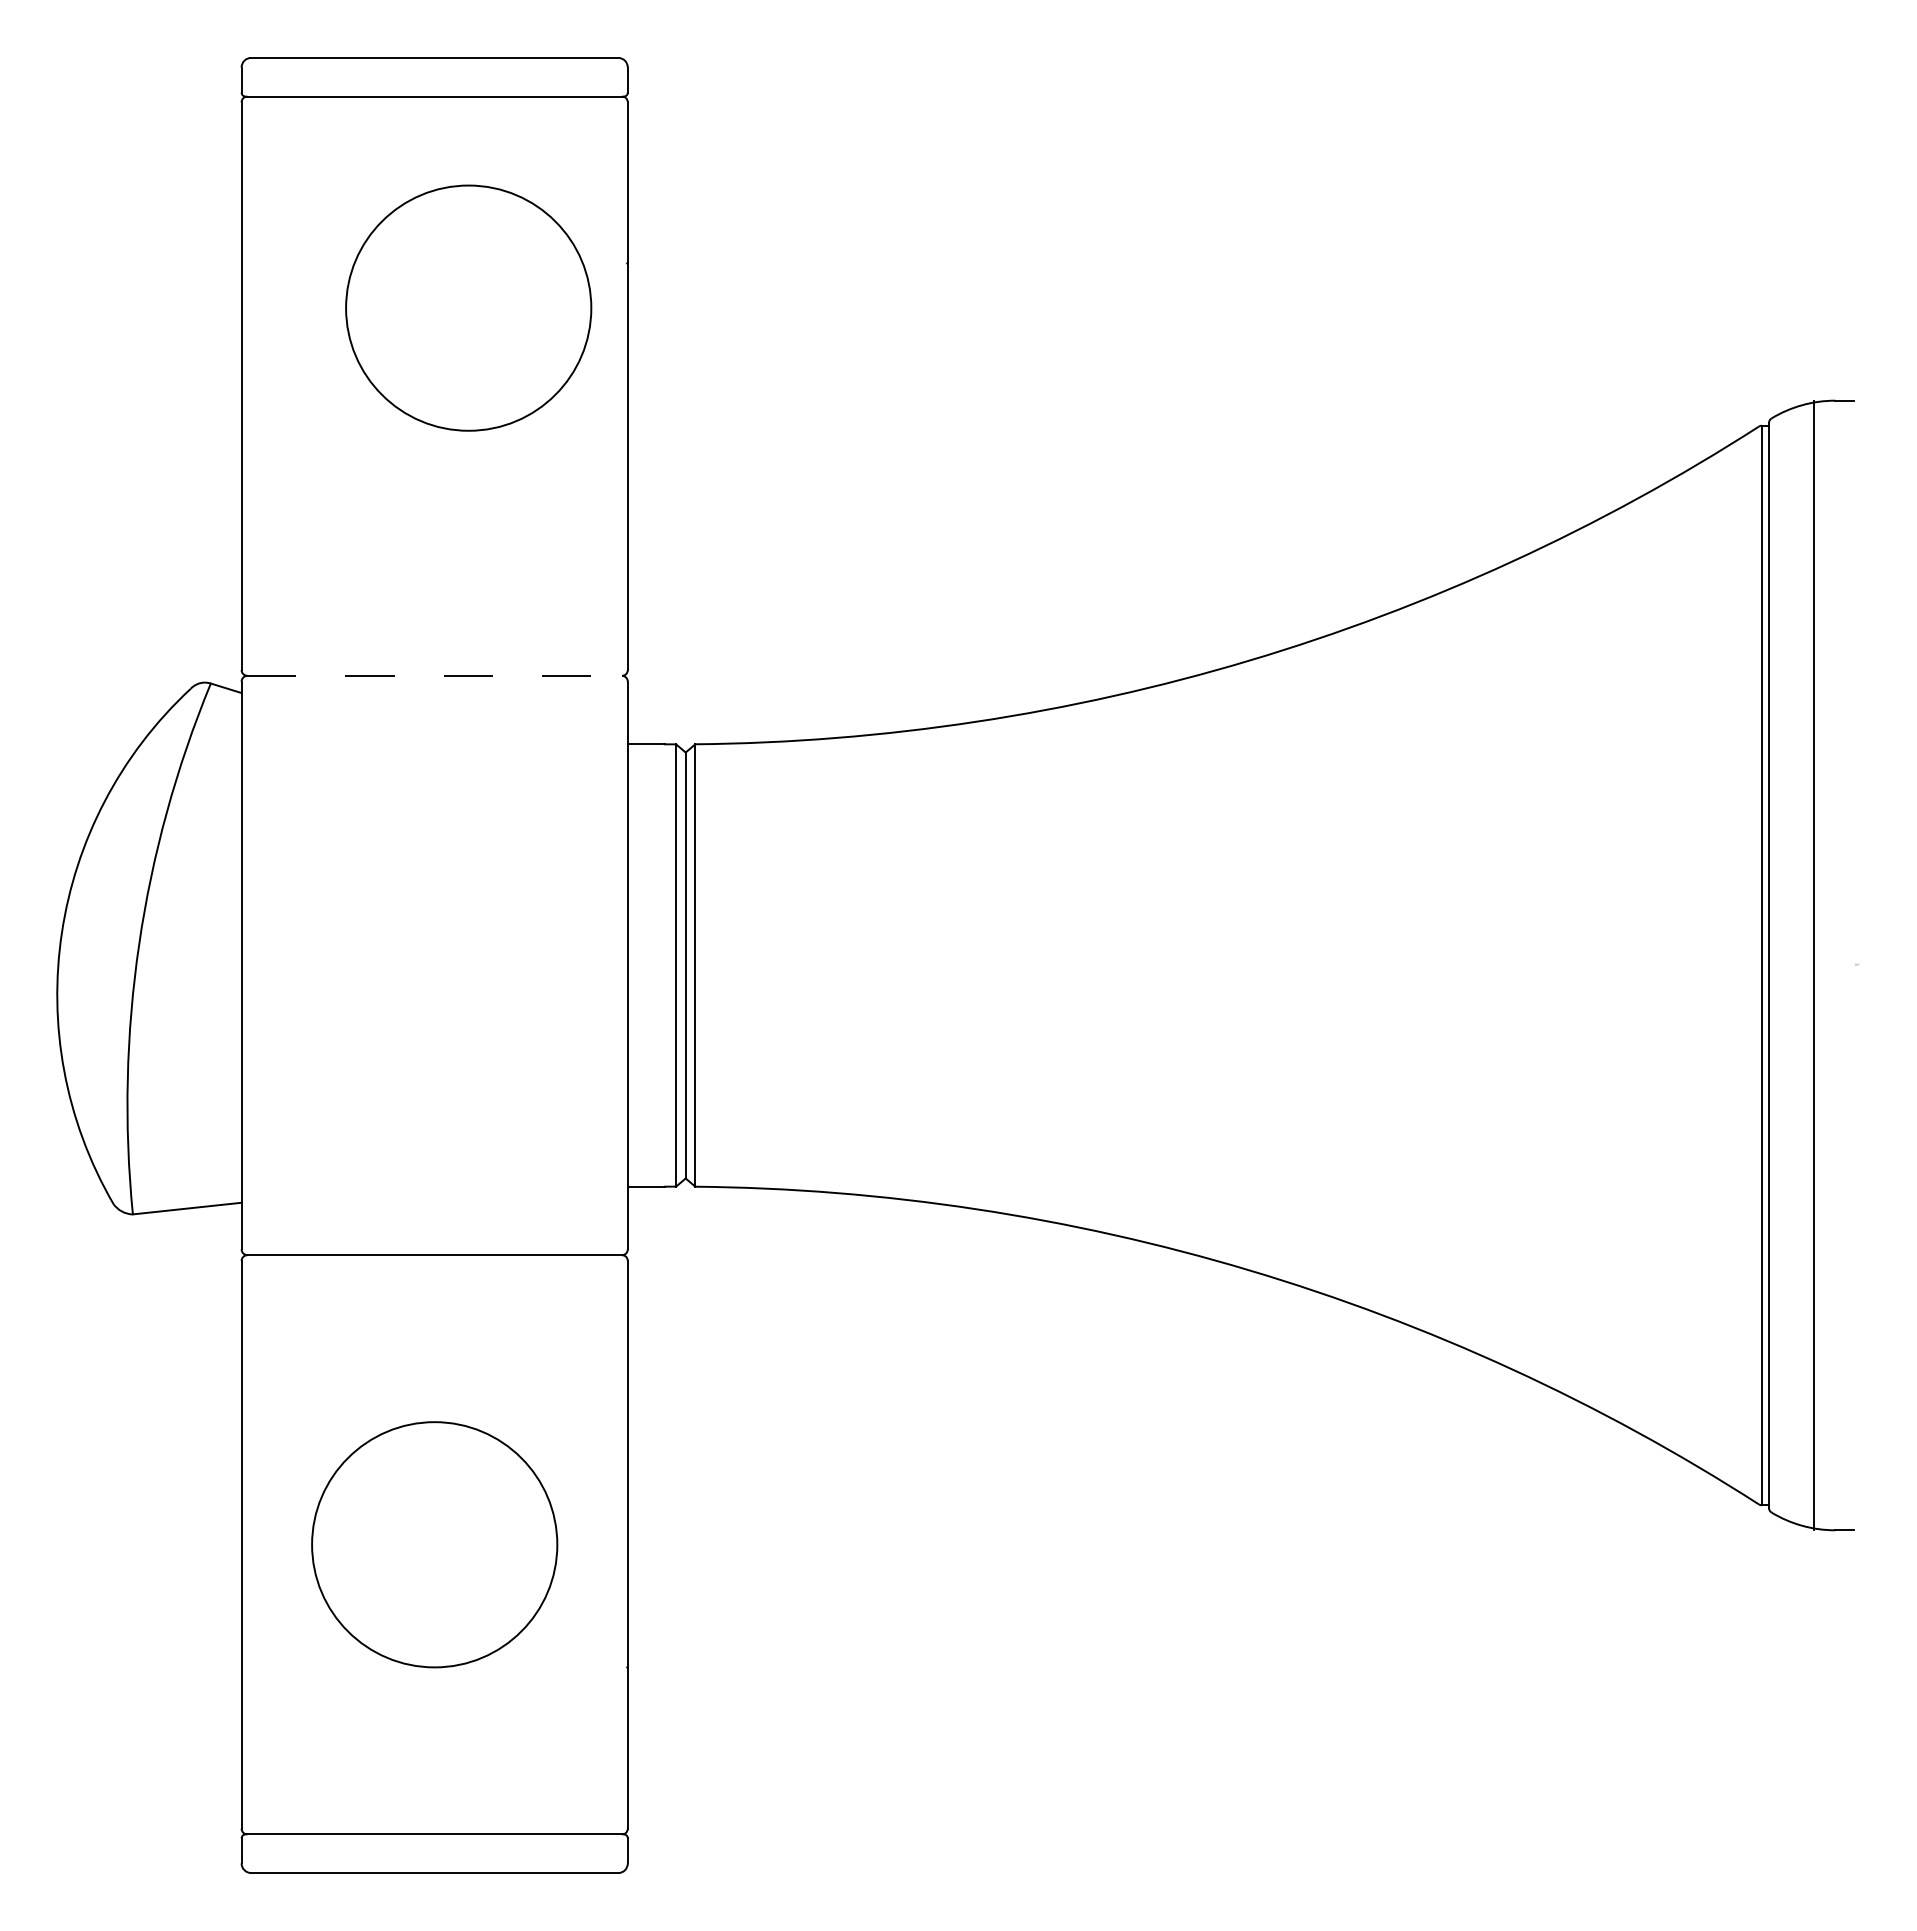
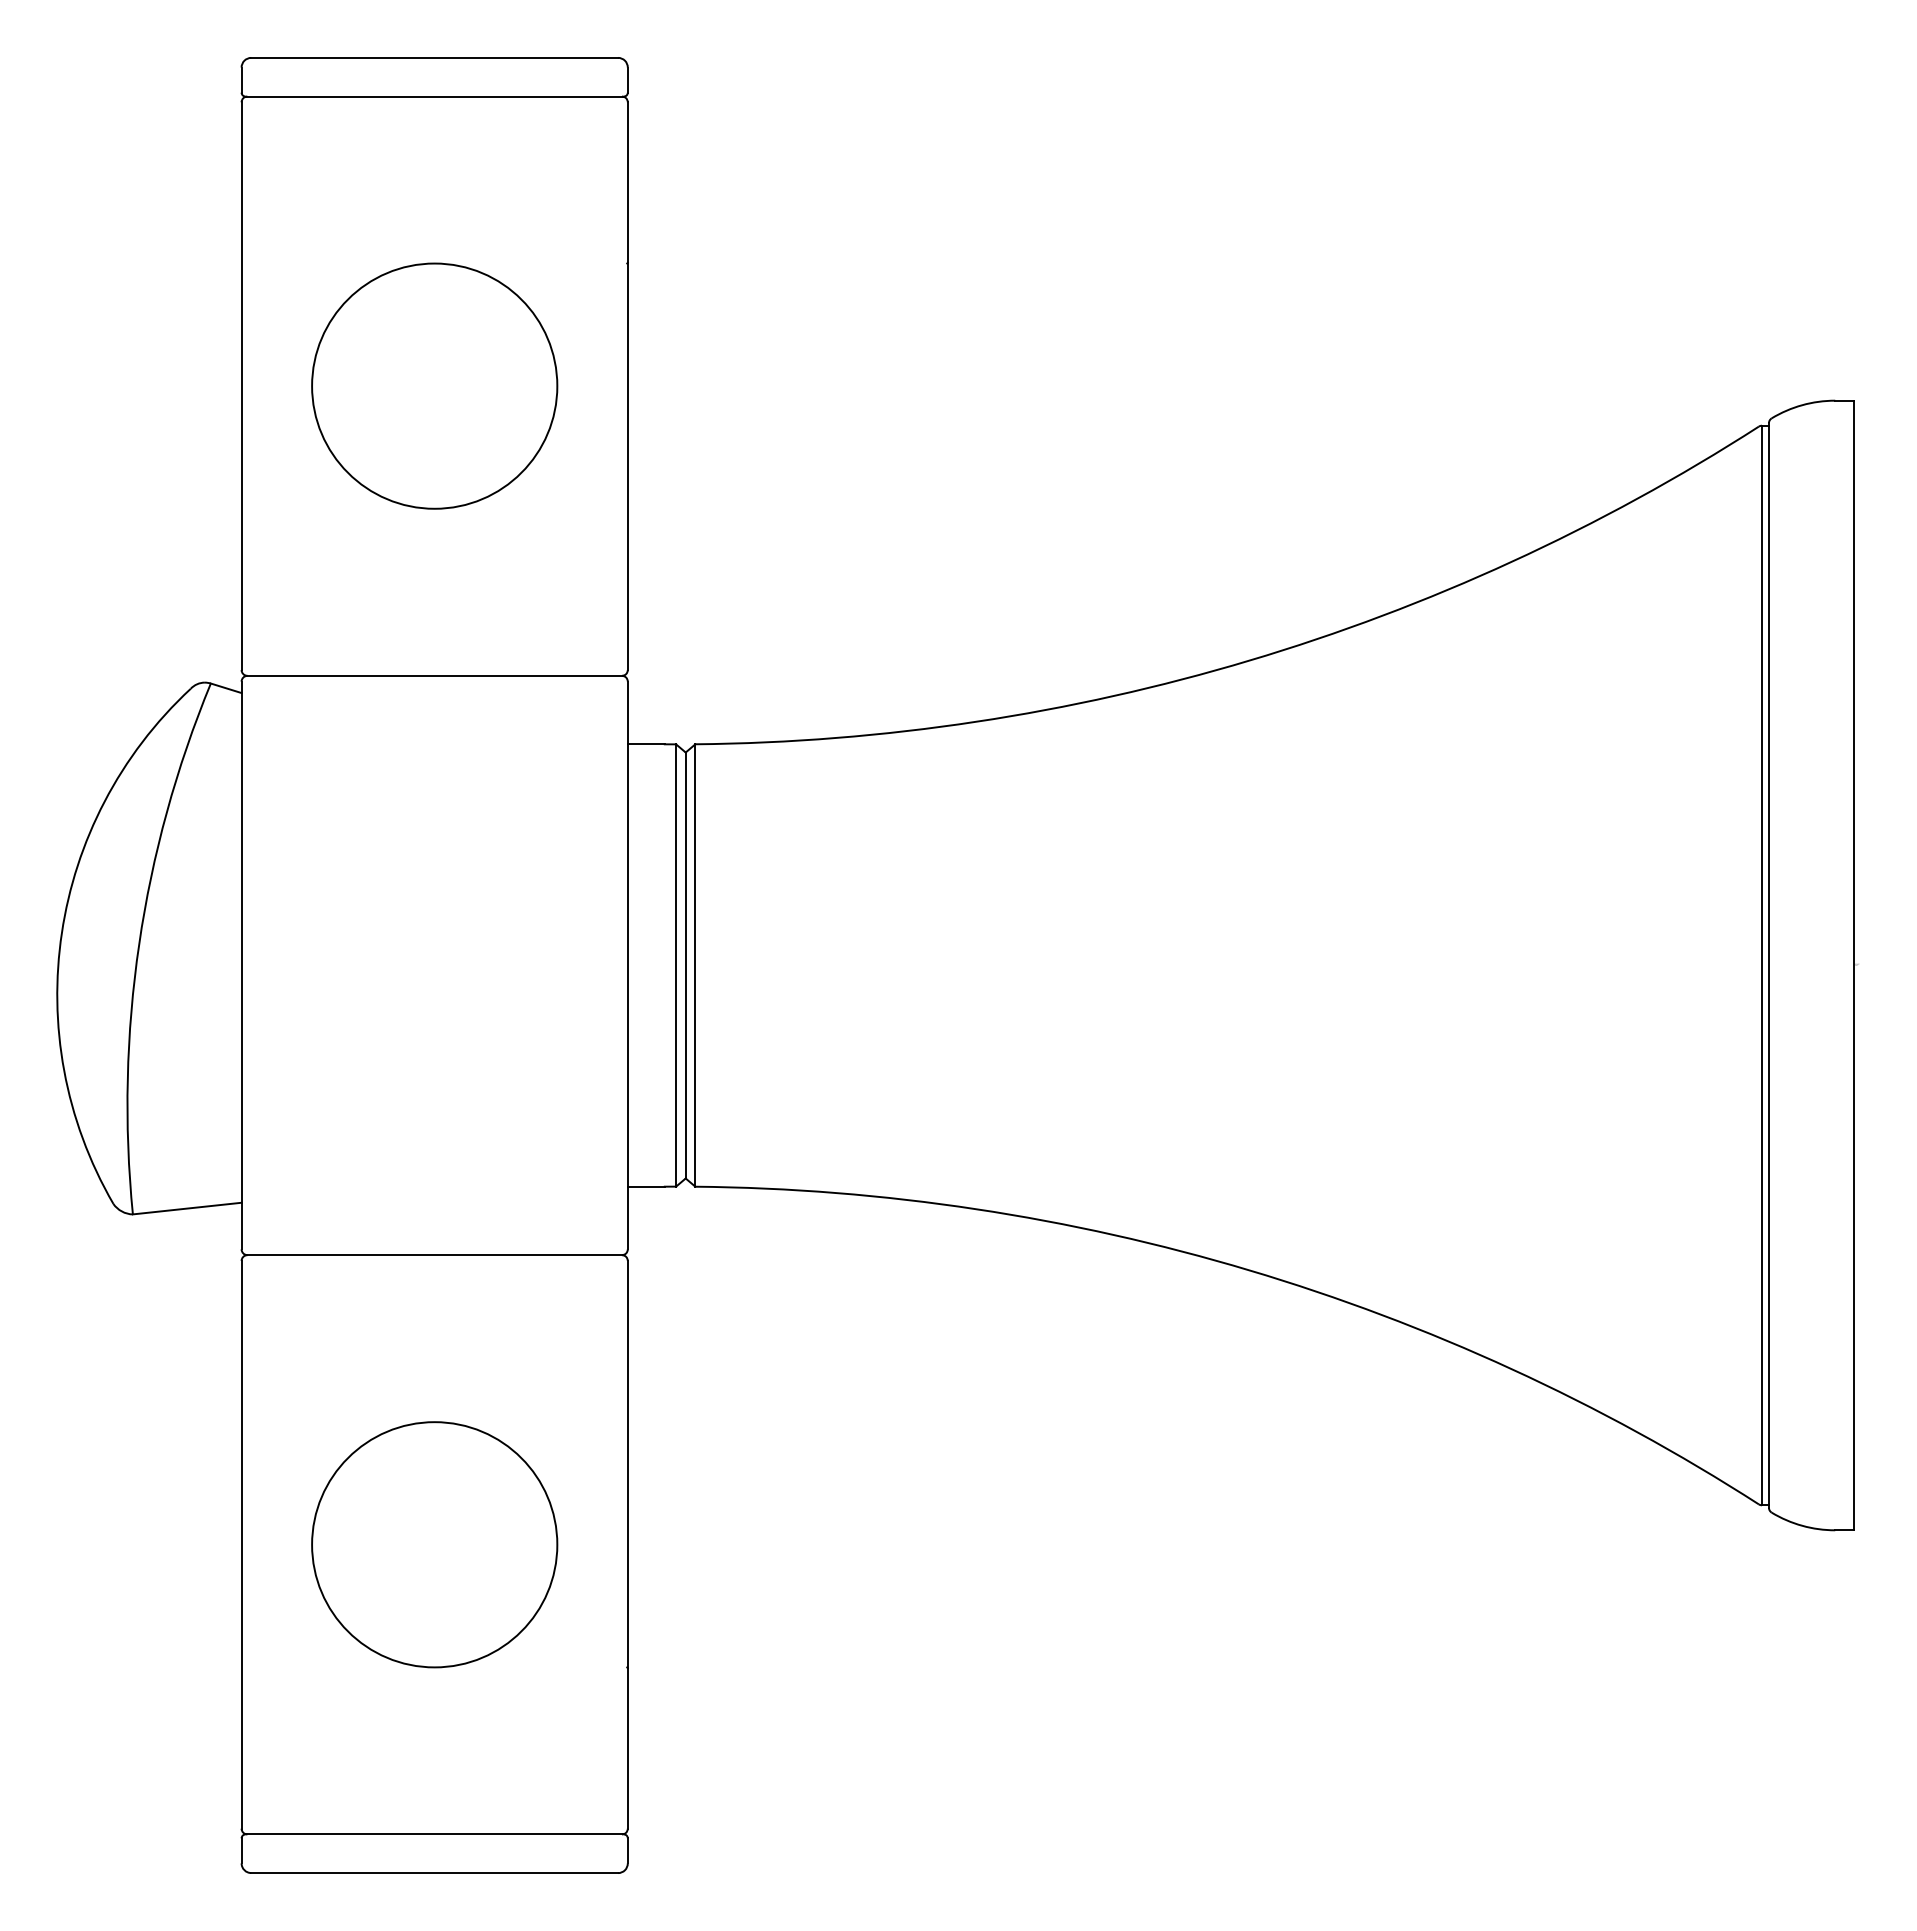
circle at (468, 307) position: (468, 307) -> (434, 385)
line at (435, 675): dashed -> solid
line at (1813, 965) position: (1813, 965) -> (1853, 965)
